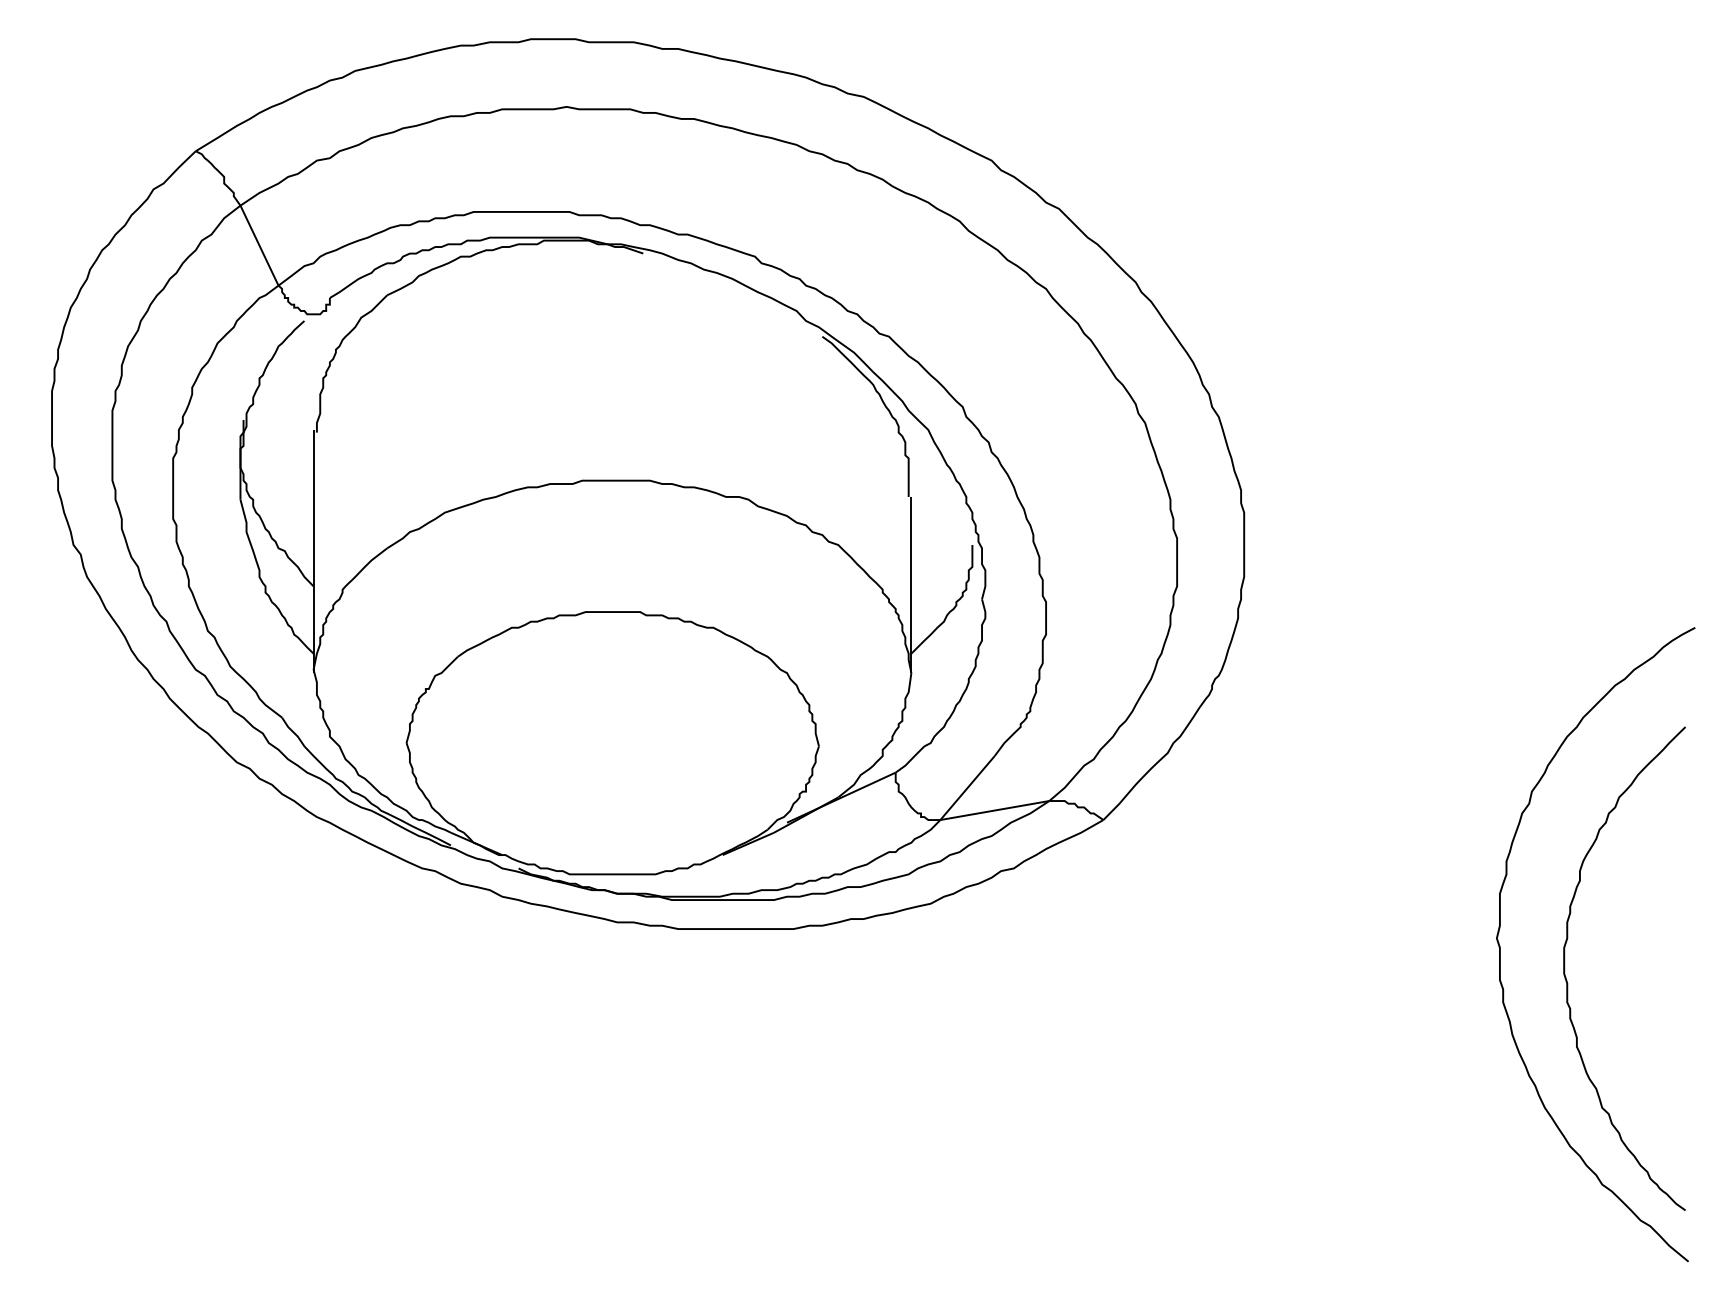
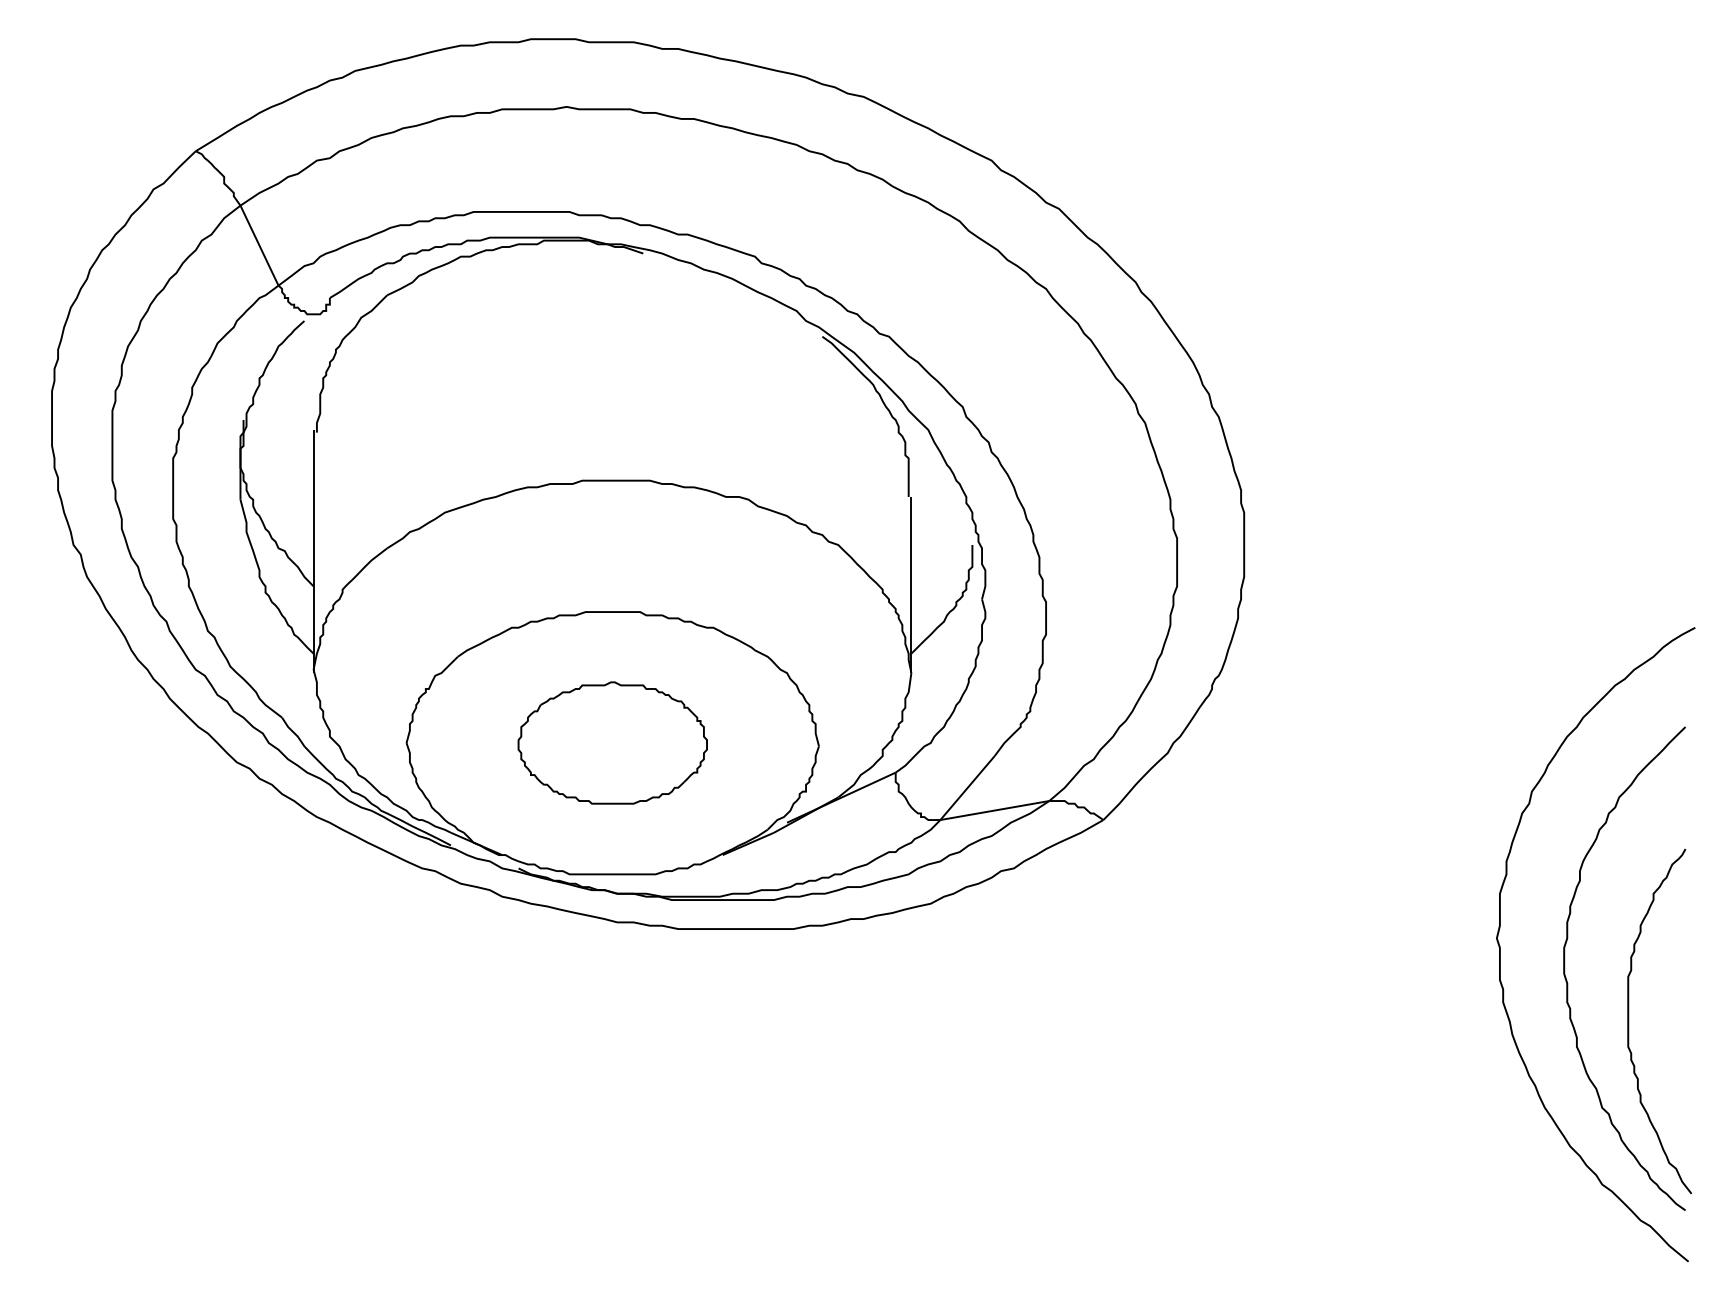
part at (612, 742): none -> present
curve at (1629, 1021): none -> present
